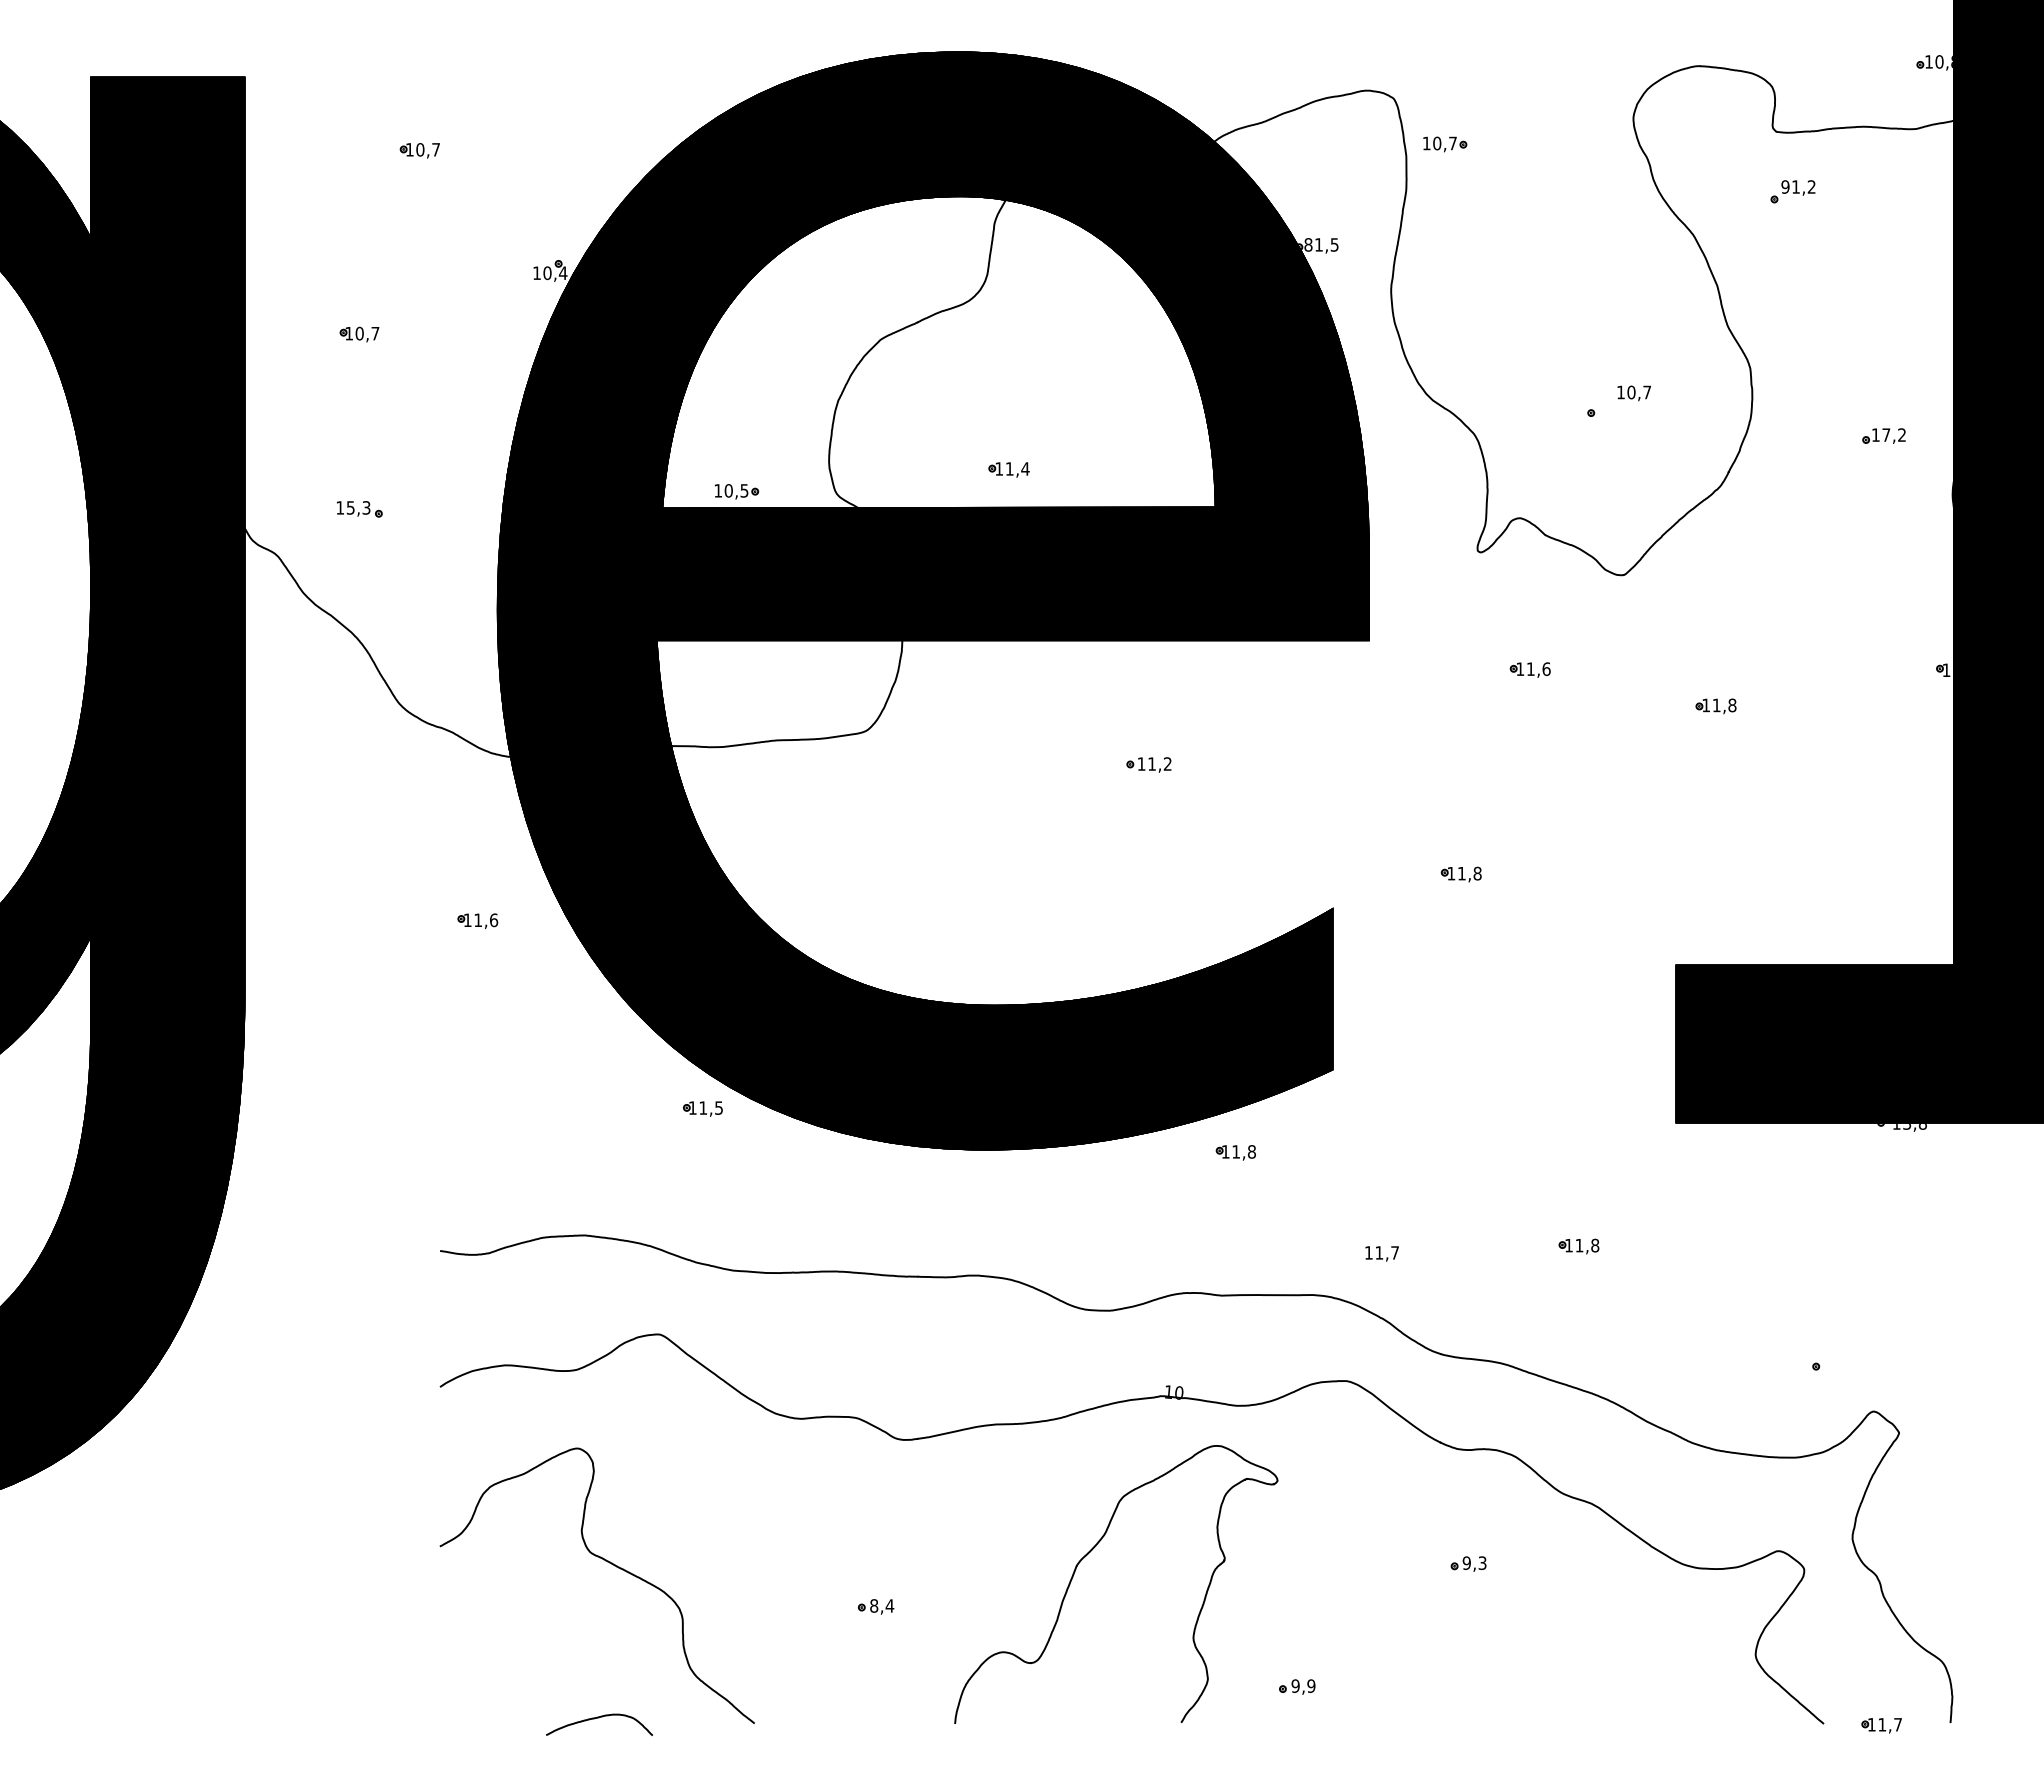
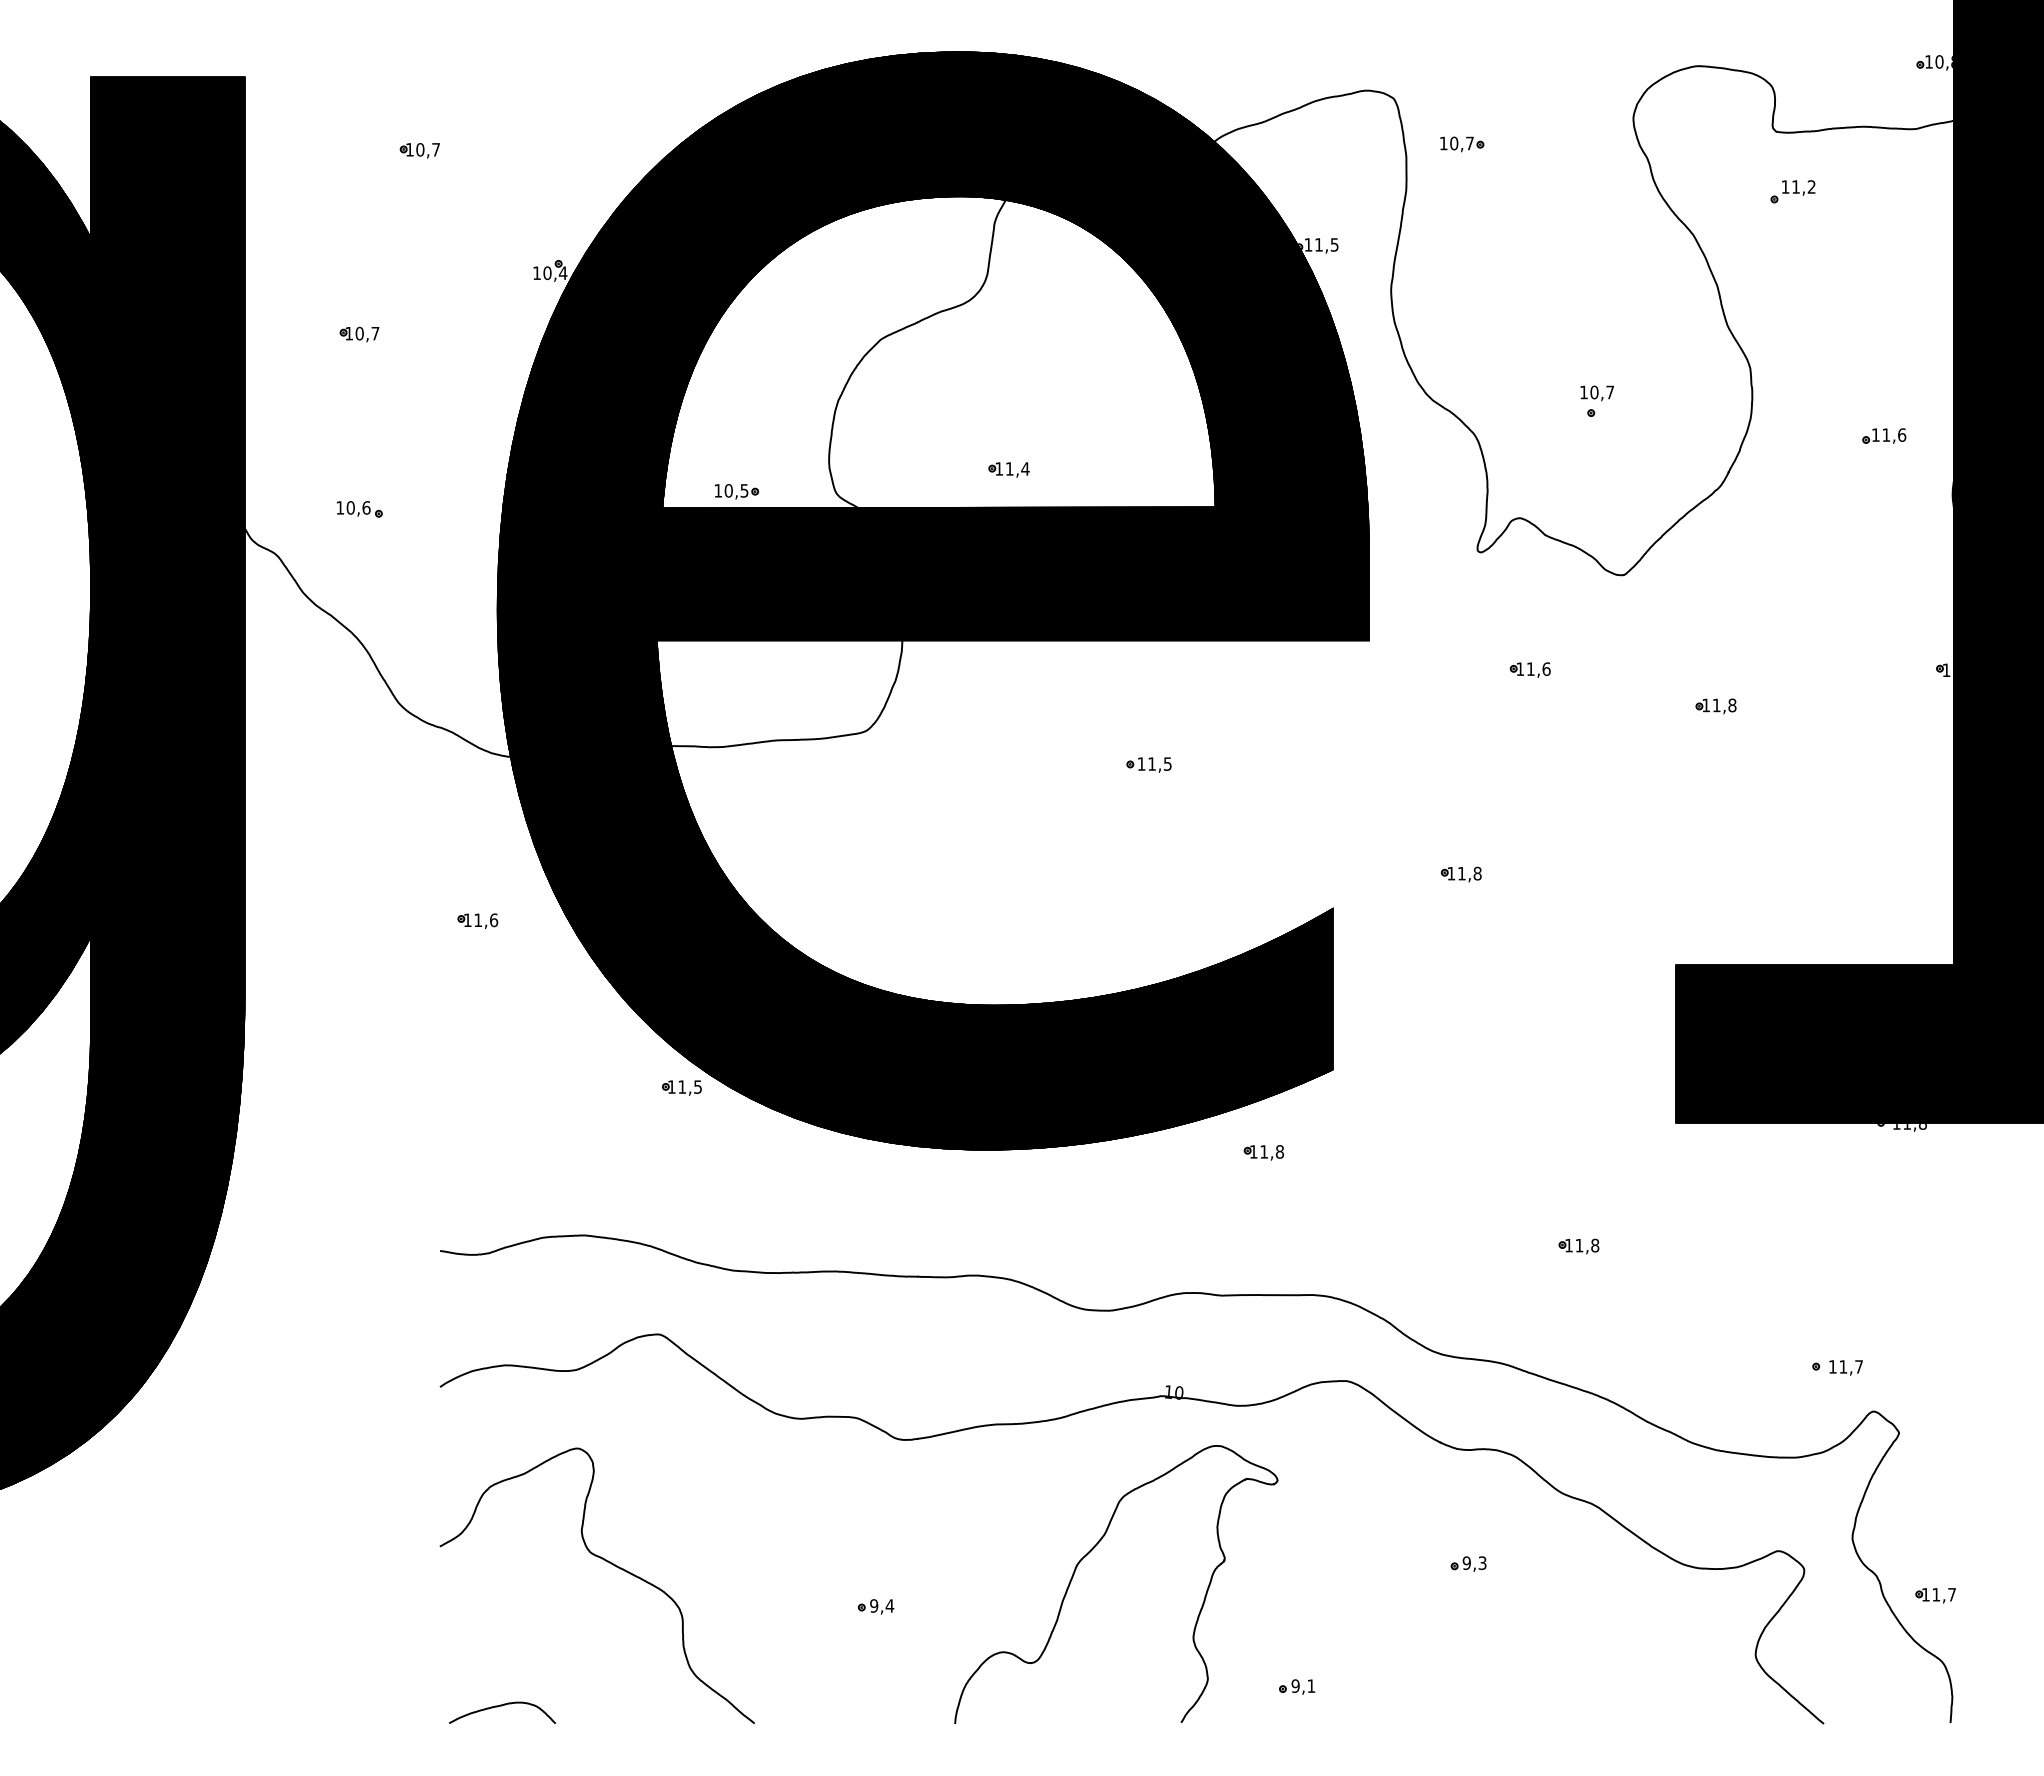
part at (1445, 144) position: (1445, 144) -> (1462, 144)
text at (1785, 186): 91,2 -> 11,2
text at (1308, 244): 81,5 -> 11,5
text at (1633, 393) position: (1633, 393) -> (1596, 393)
text at (1894, 434): 17,2 -> 11,6
text at (358, 507): 15,3 -> 10,6
text at (1167, 763): 11,2 -> 11,5
part at (702, 1108) position: (702, 1108) -> (681, 1087)
text at (1907, 1126): 13,8 -> 11,8
part at (1235, 1152) position: (1235, 1152) -> (1263, 1152)
text at (1381, 1253) position: (1381, 1253) -> (1845, 1367)
text at (874, 1605): 8,4 -> 9,4
text at (1311, 1685): 9,9 -> 9,1
curve at (598, 1718) position: (598, 1718) -> (501, 1706)
part at (1881, 1725) position: (1881, 1725) -> (1935, 1595)
